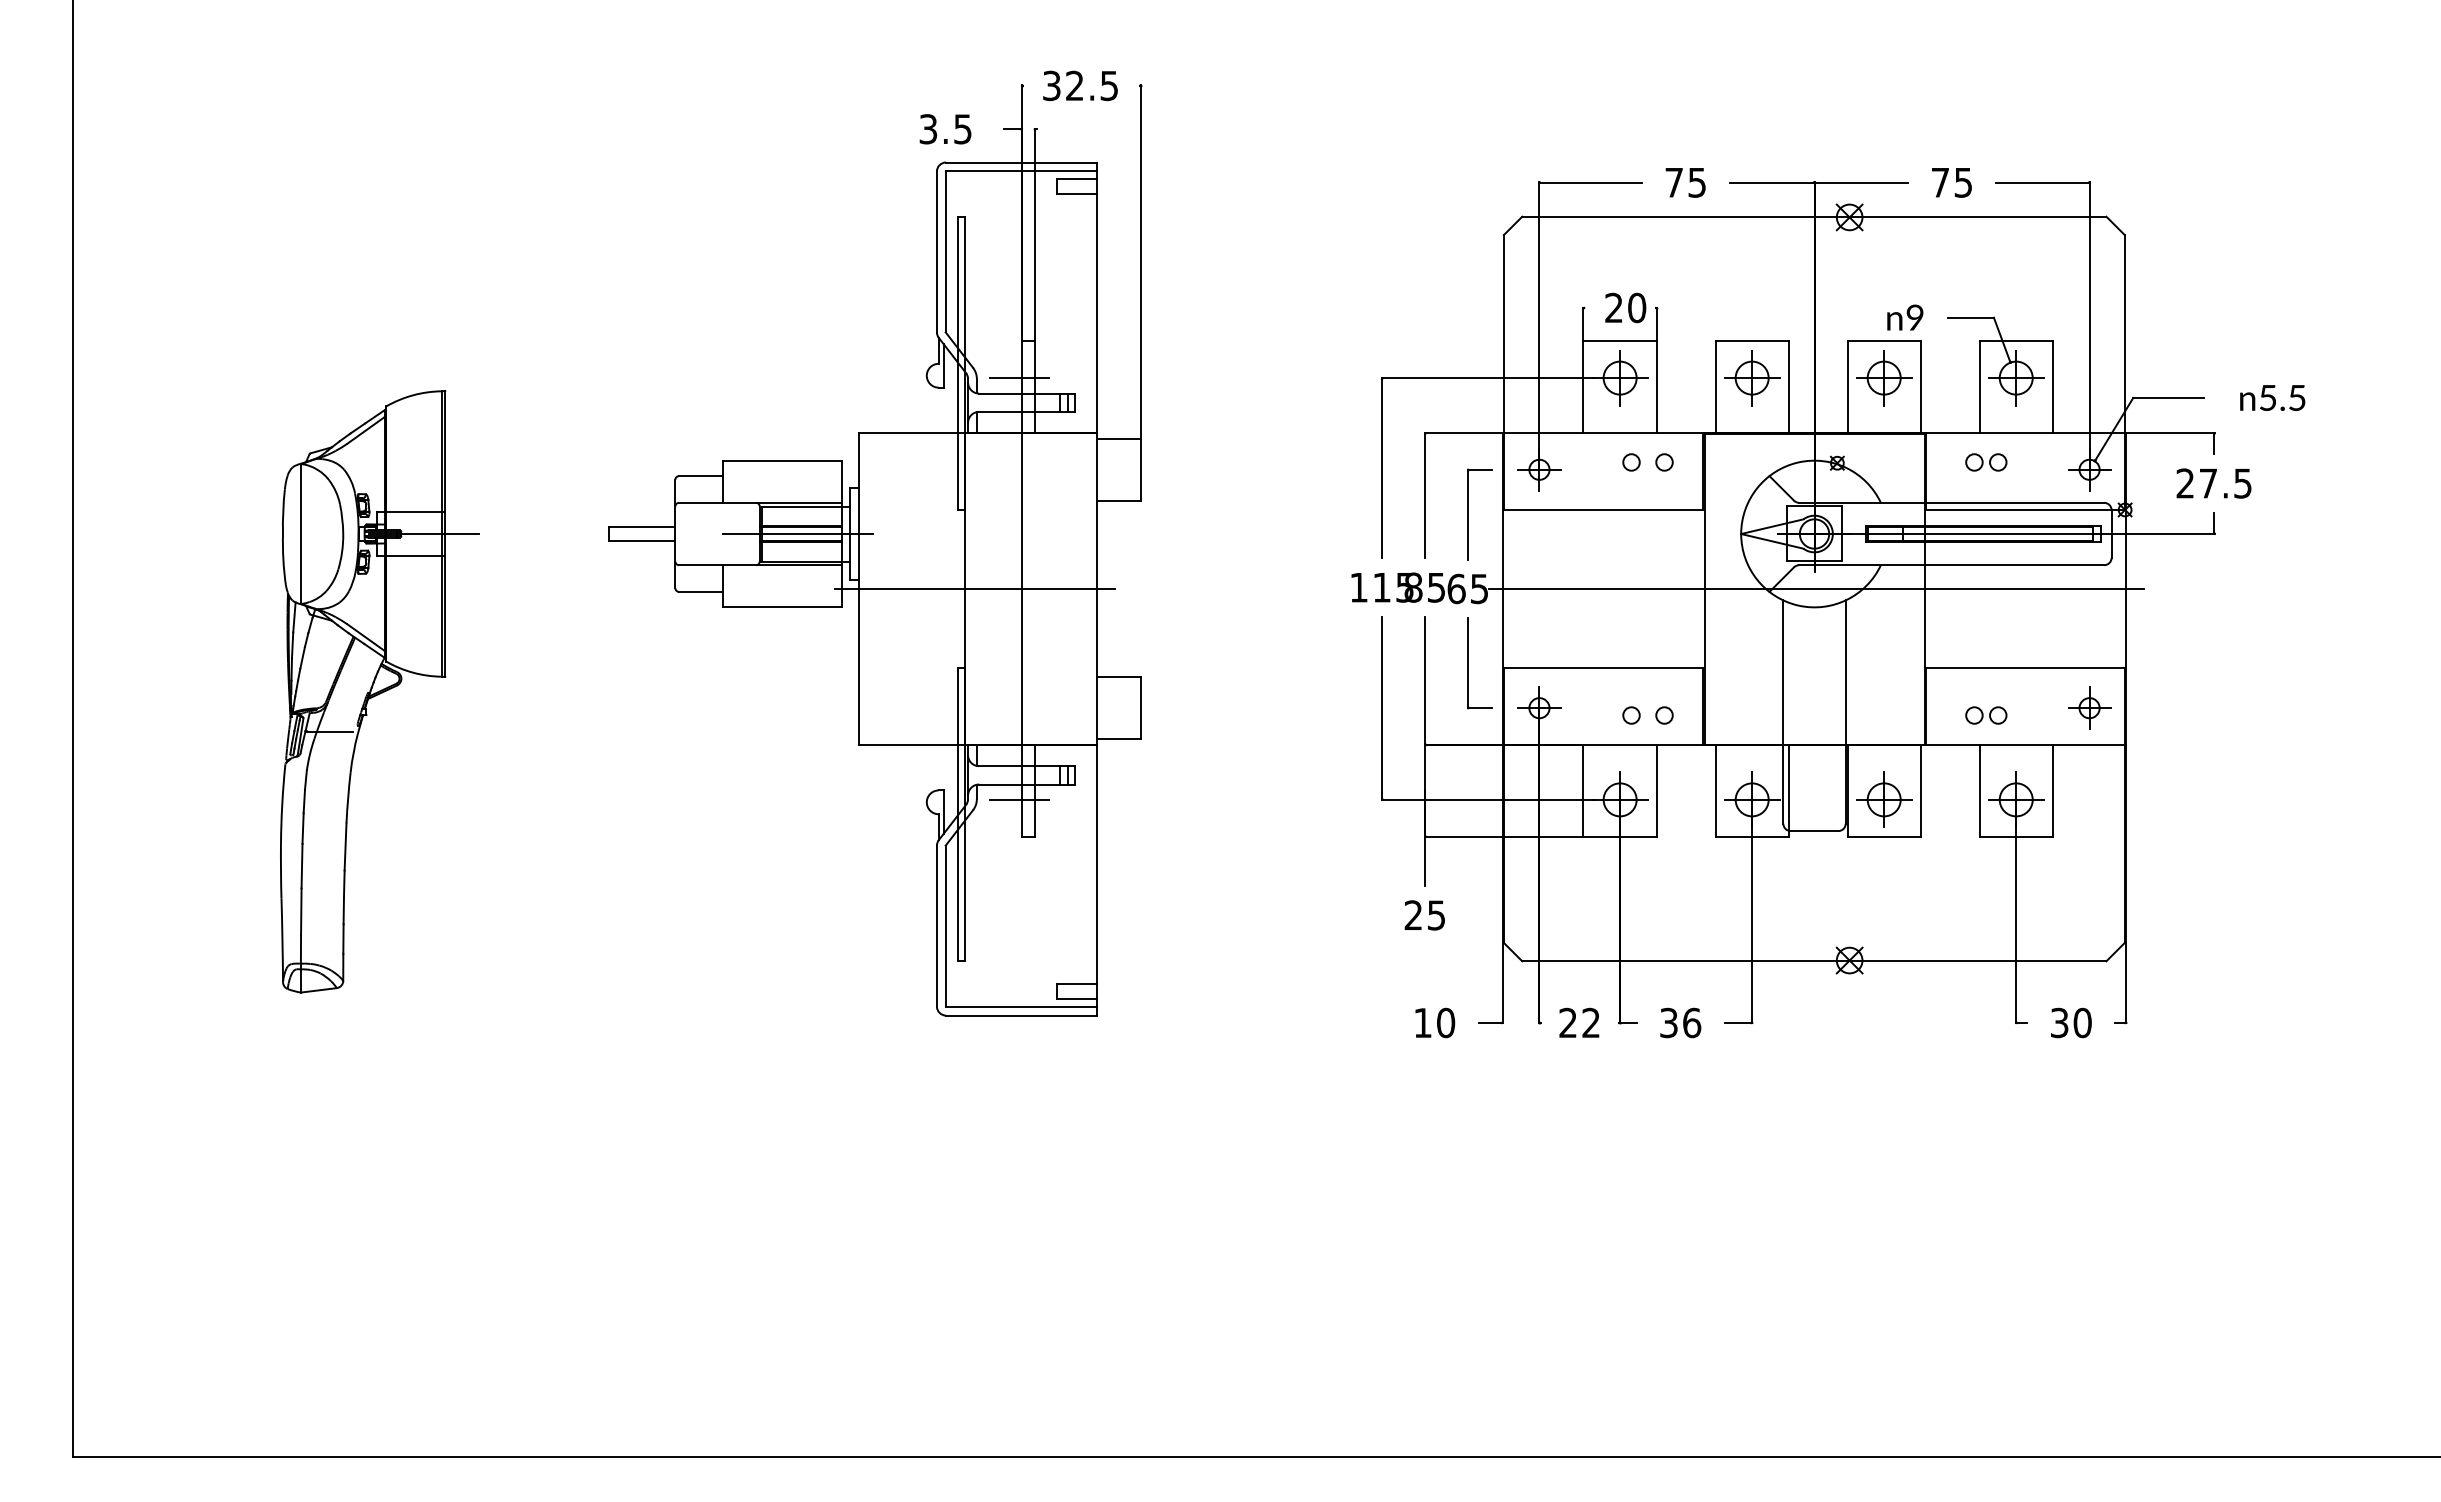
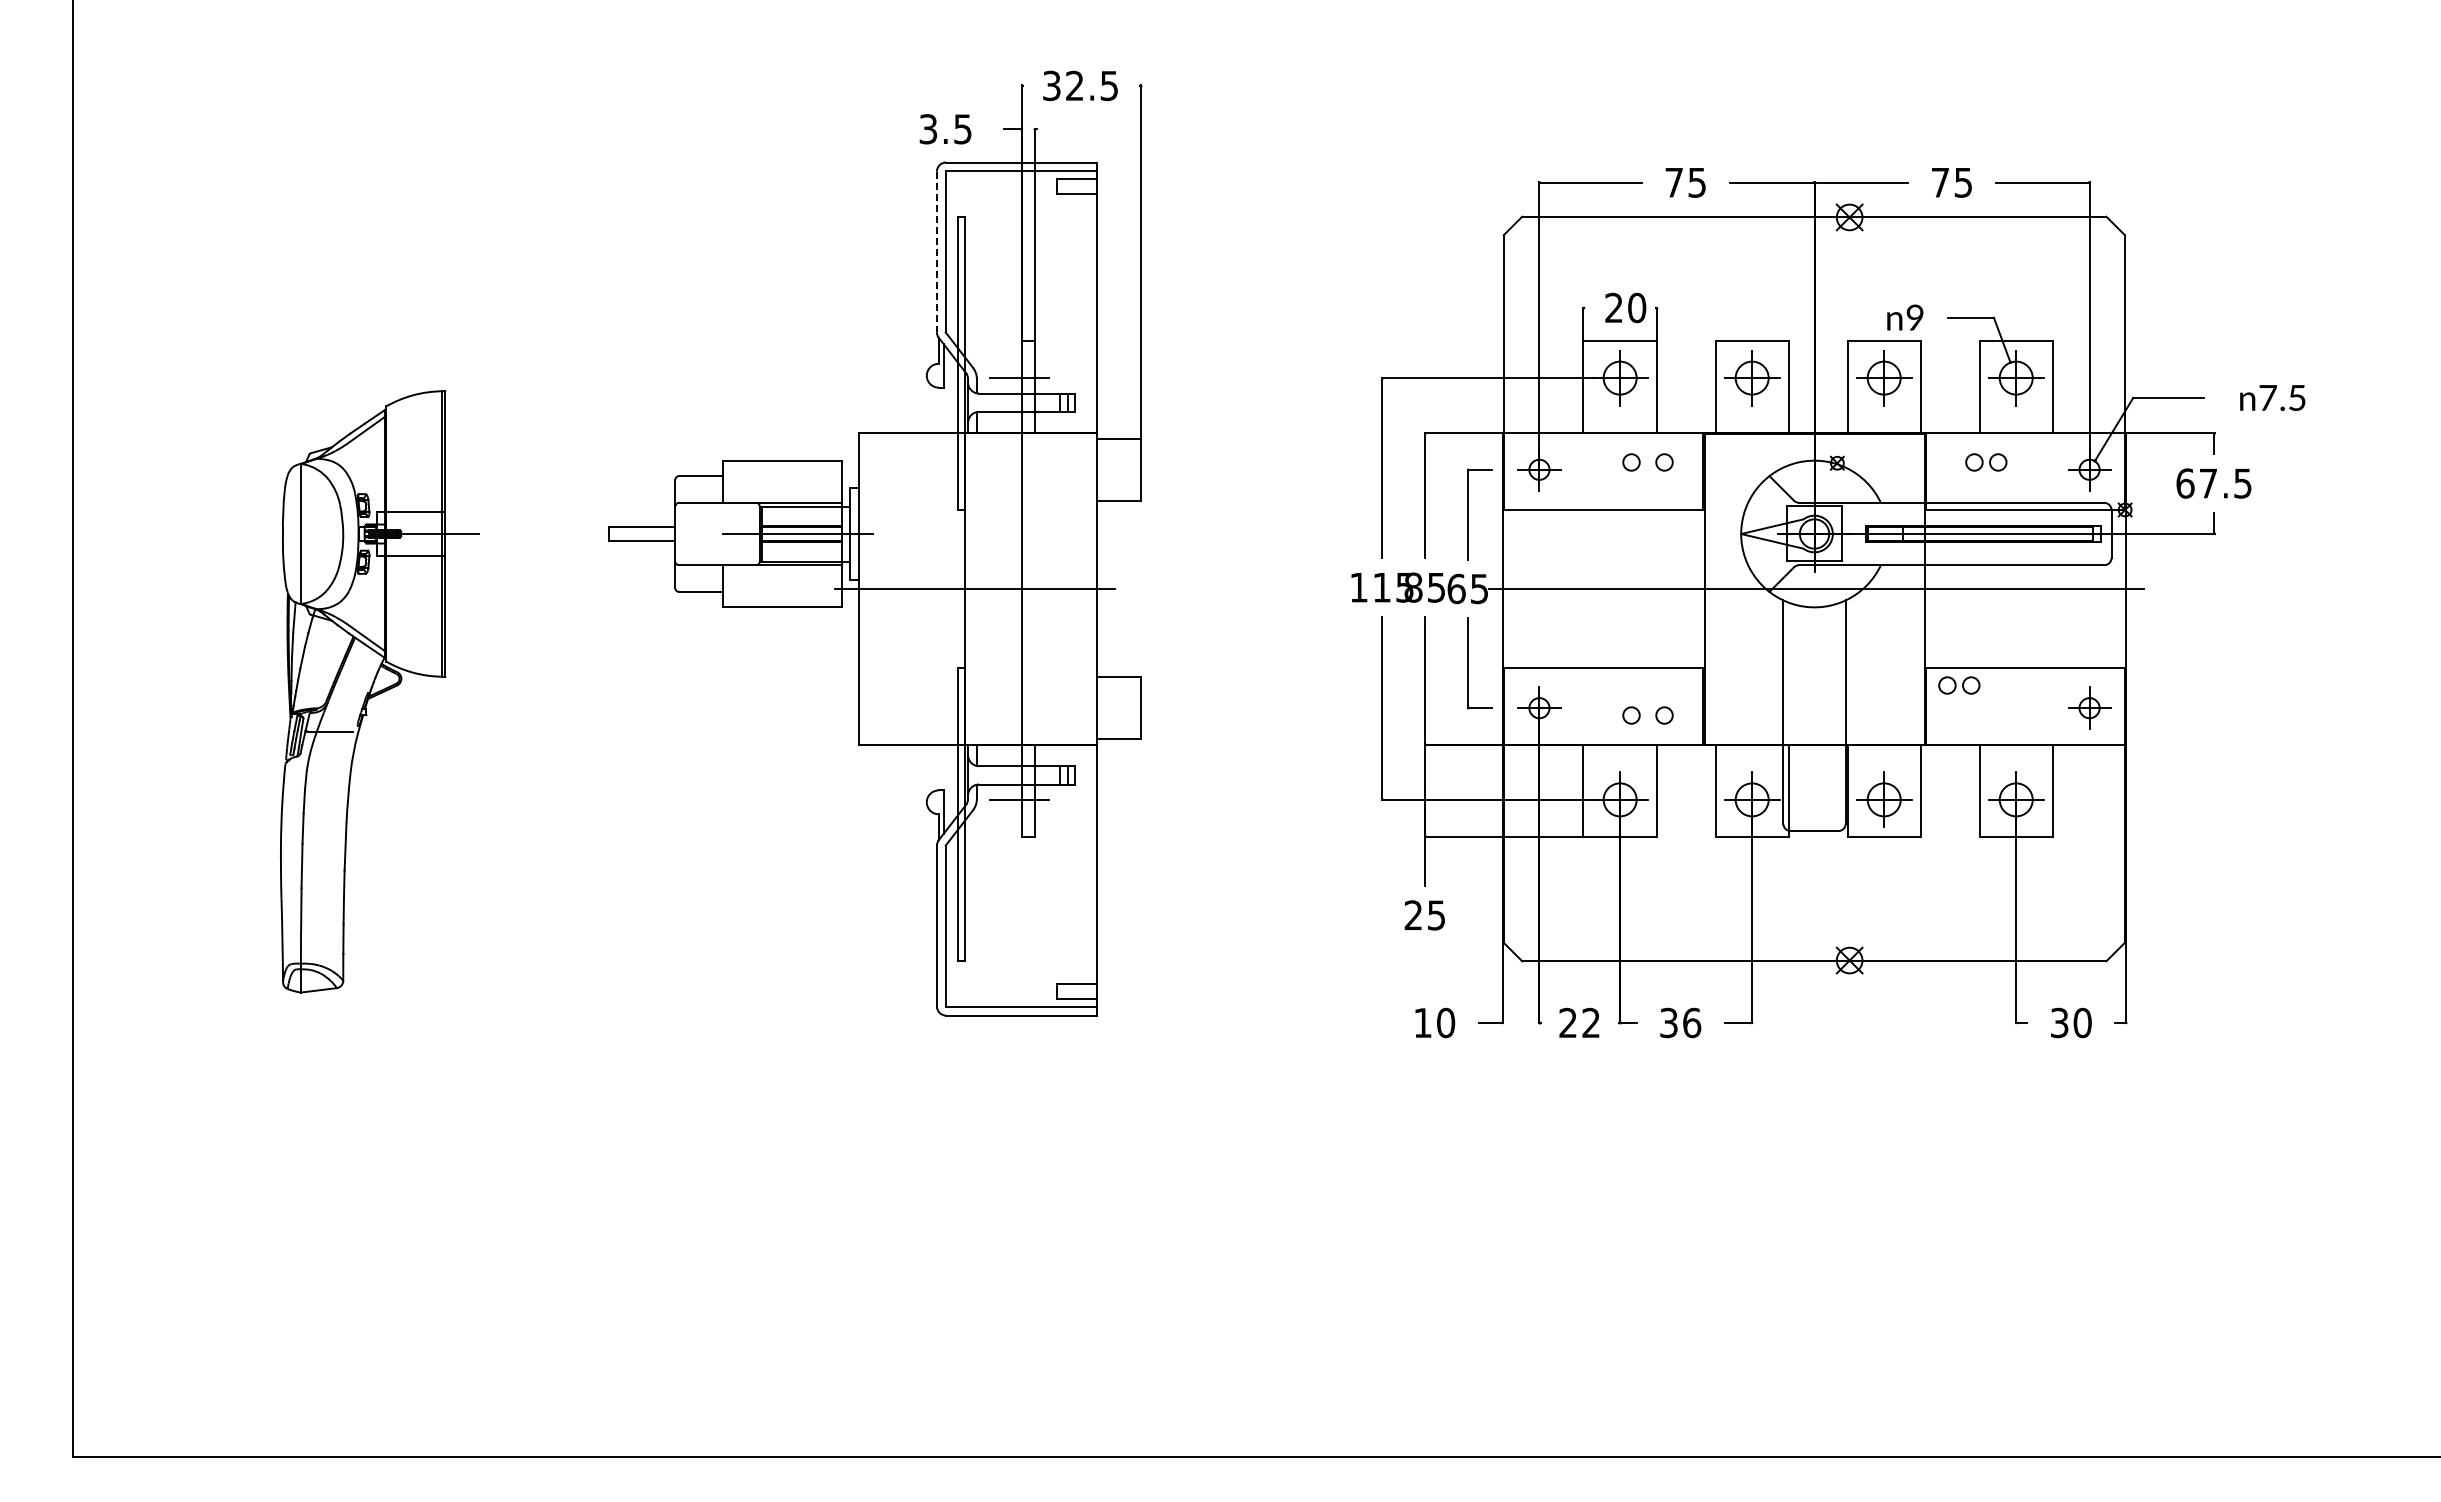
line at (936, 252): solid -> dashed
text at (2267, 397): 5.5 -> 7.5
text at (2185, 483): 27.5 -> 67.5
part at (1986, 715) position: (1986, 715) -> (1959, 685)
